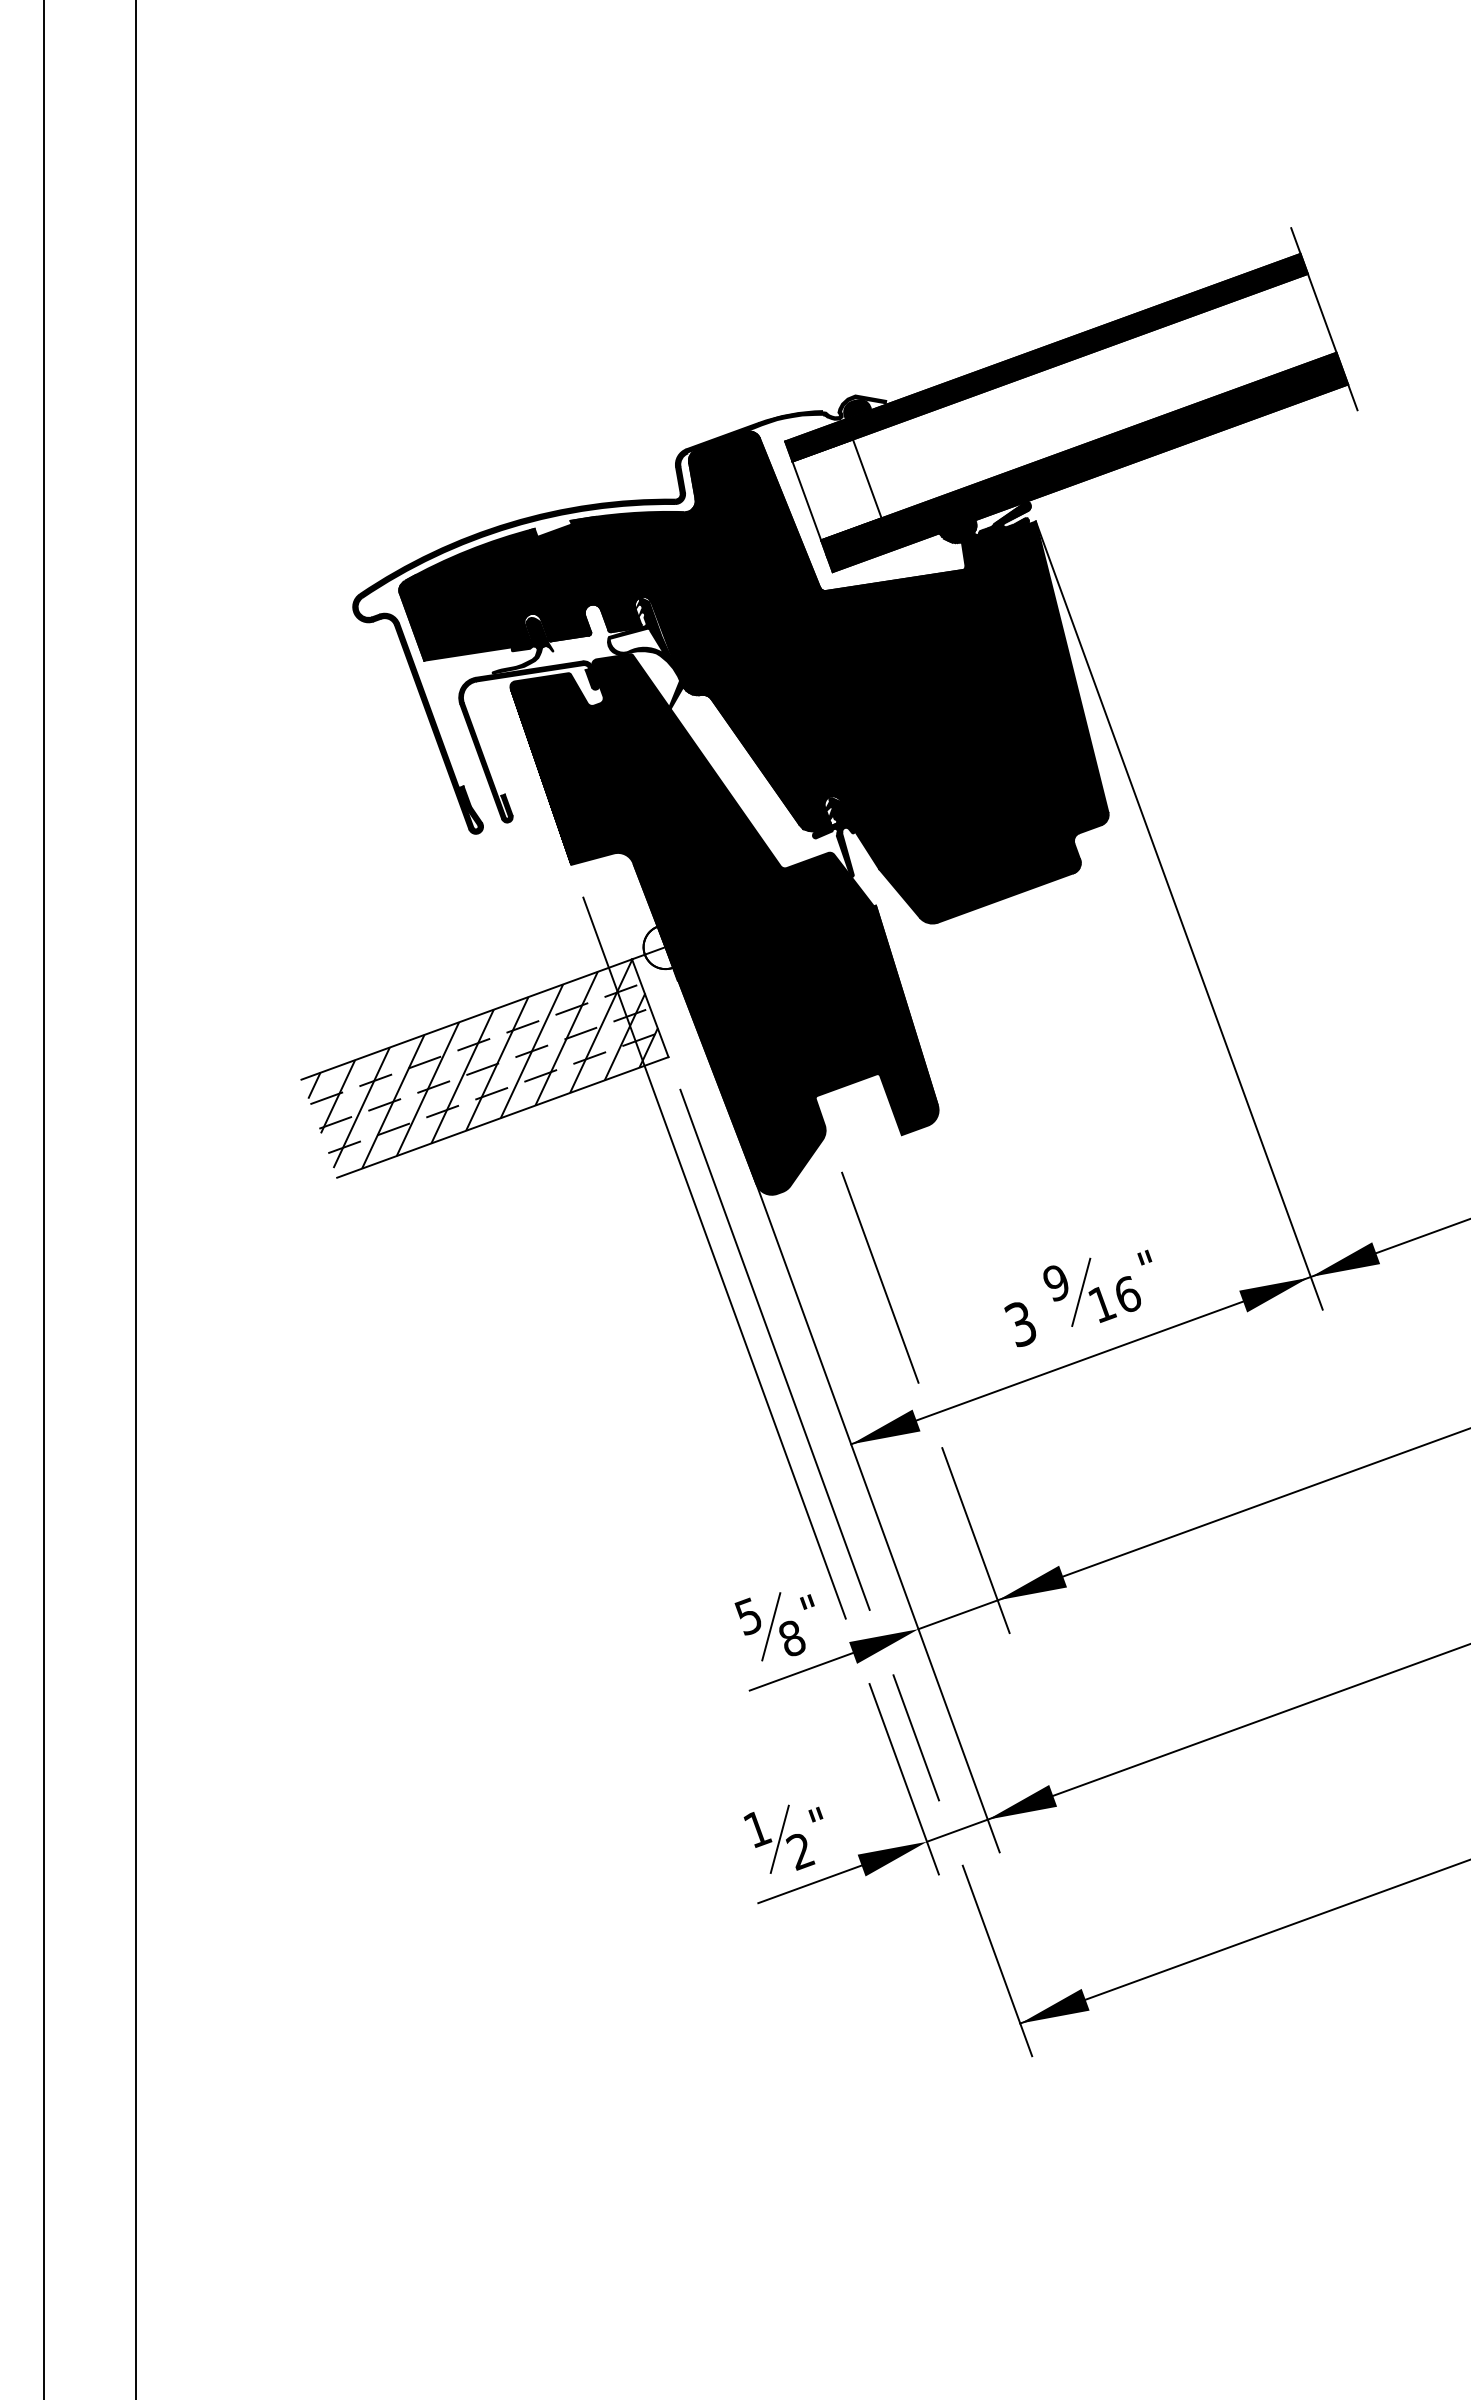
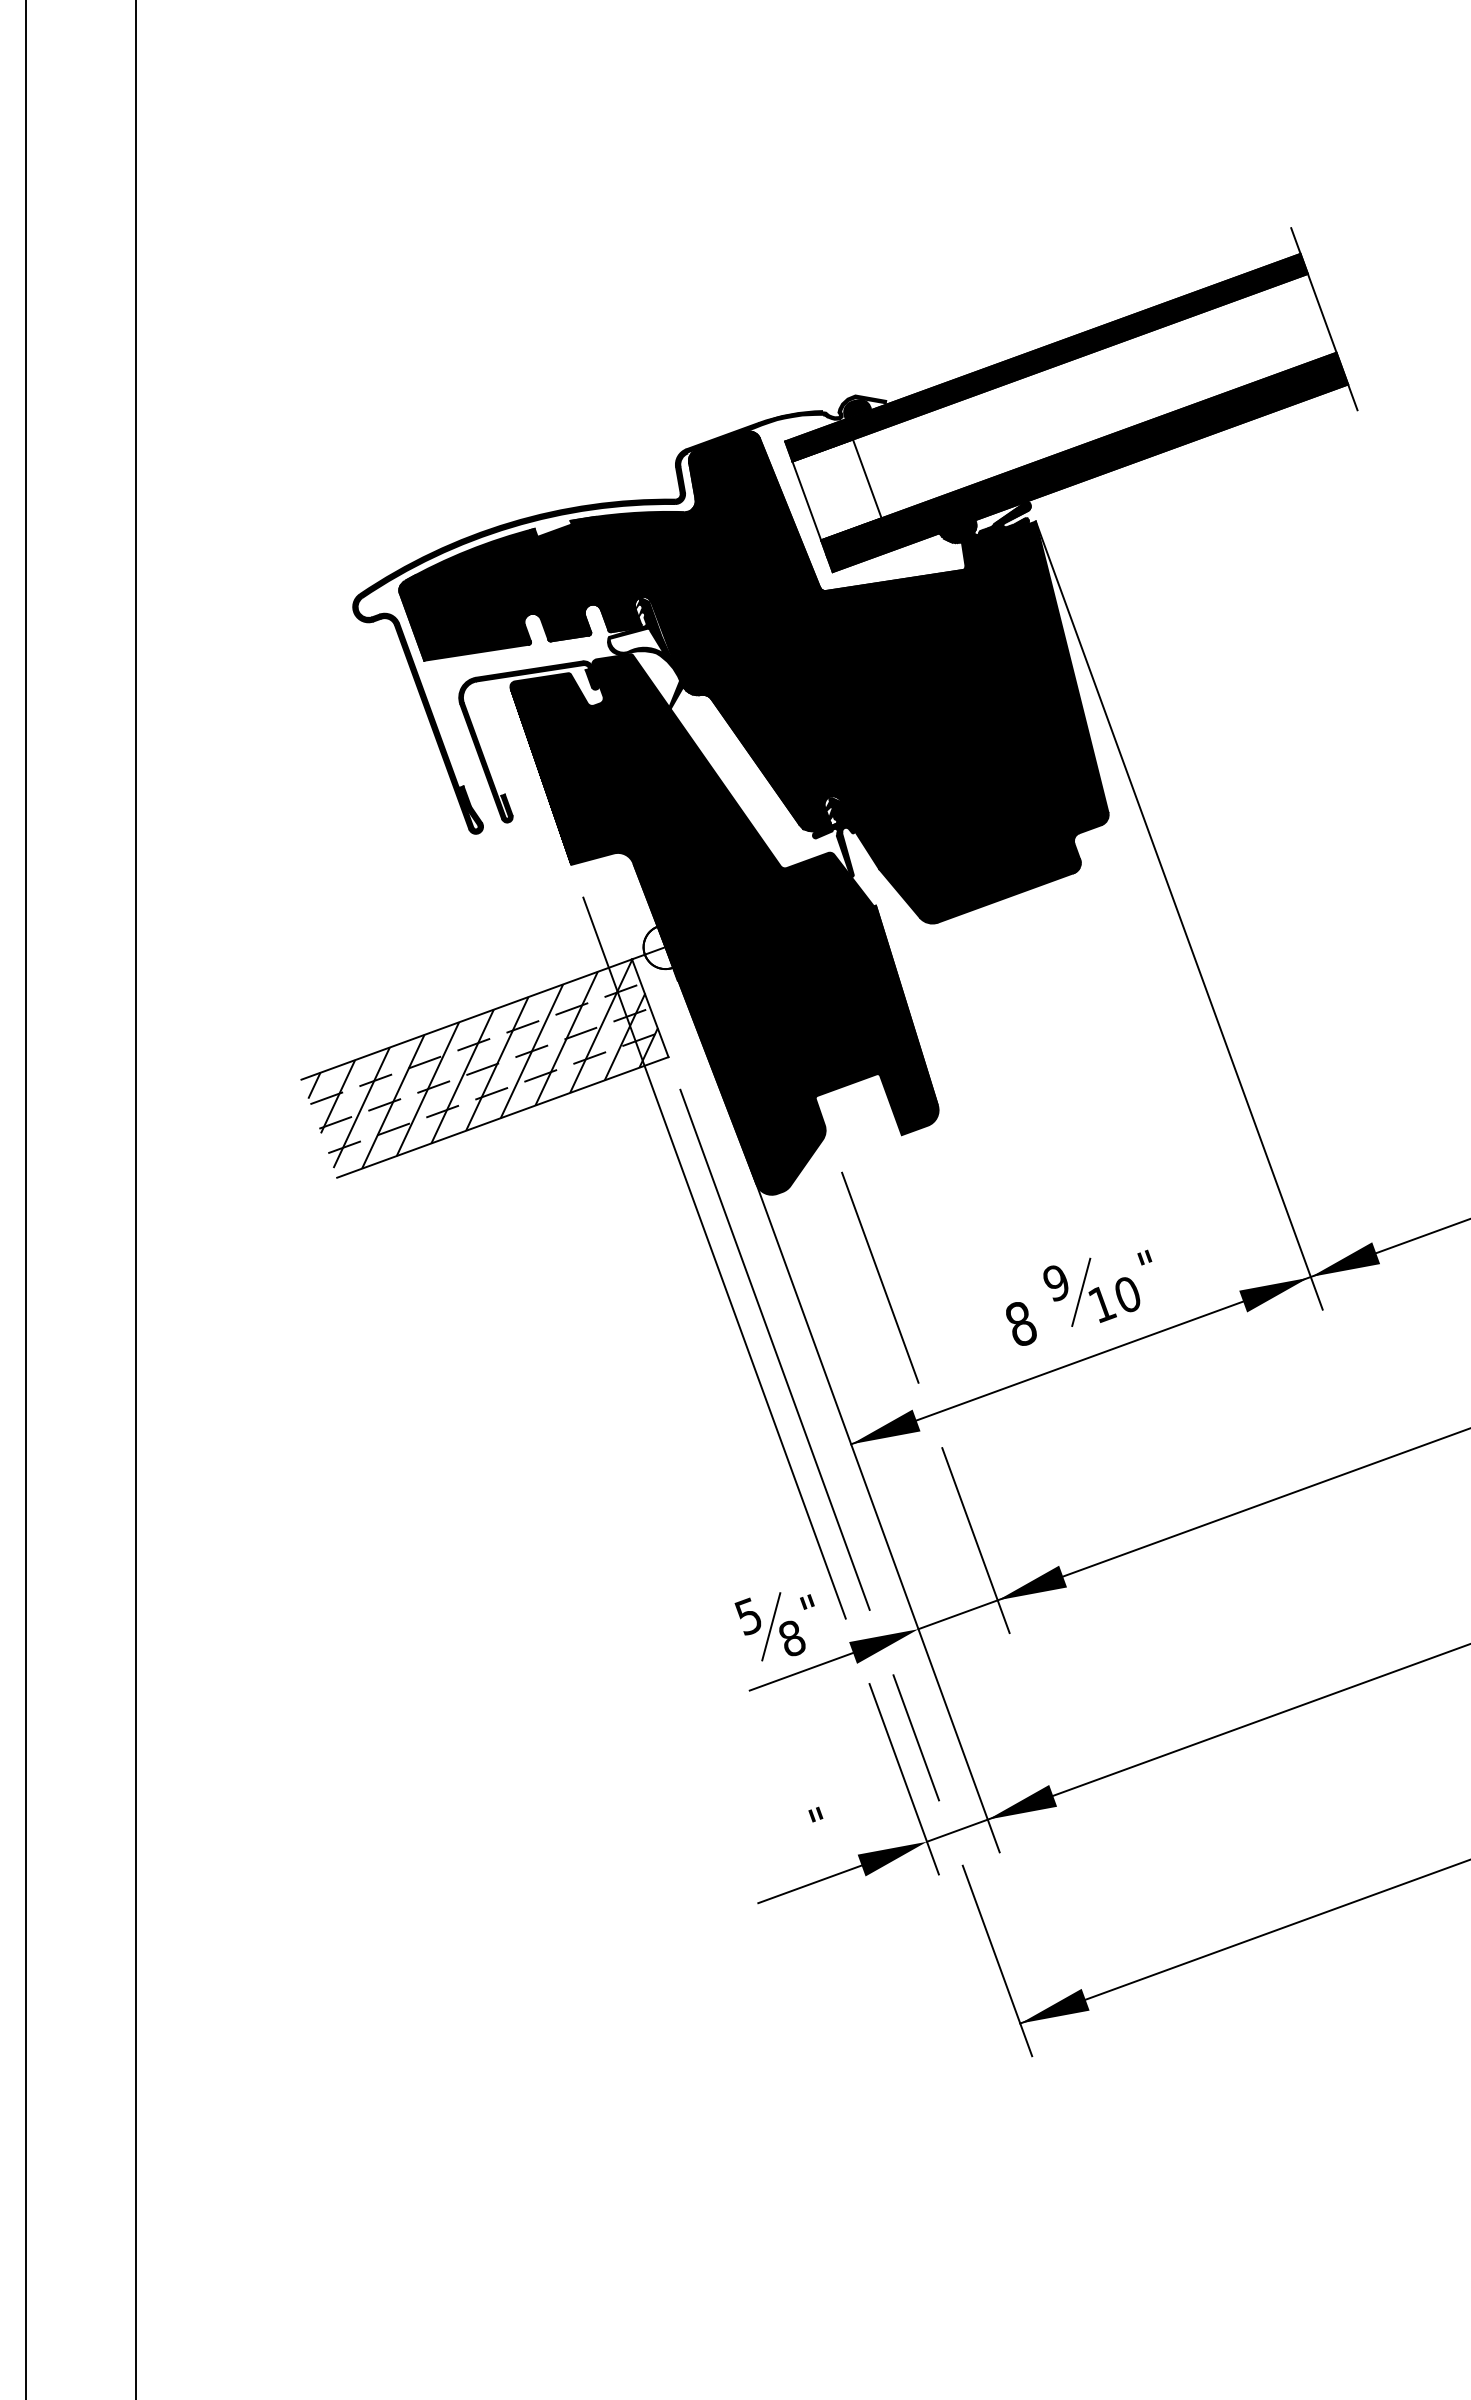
fill at (522, 645): present -> none
line at (43, 1199) position: (43, 1199) -> (25, 1199)
text at (1128, 1294): 16 -> 10
text at (1020, 1324): 3 -> 8
part at (779, 1838): present -> none
